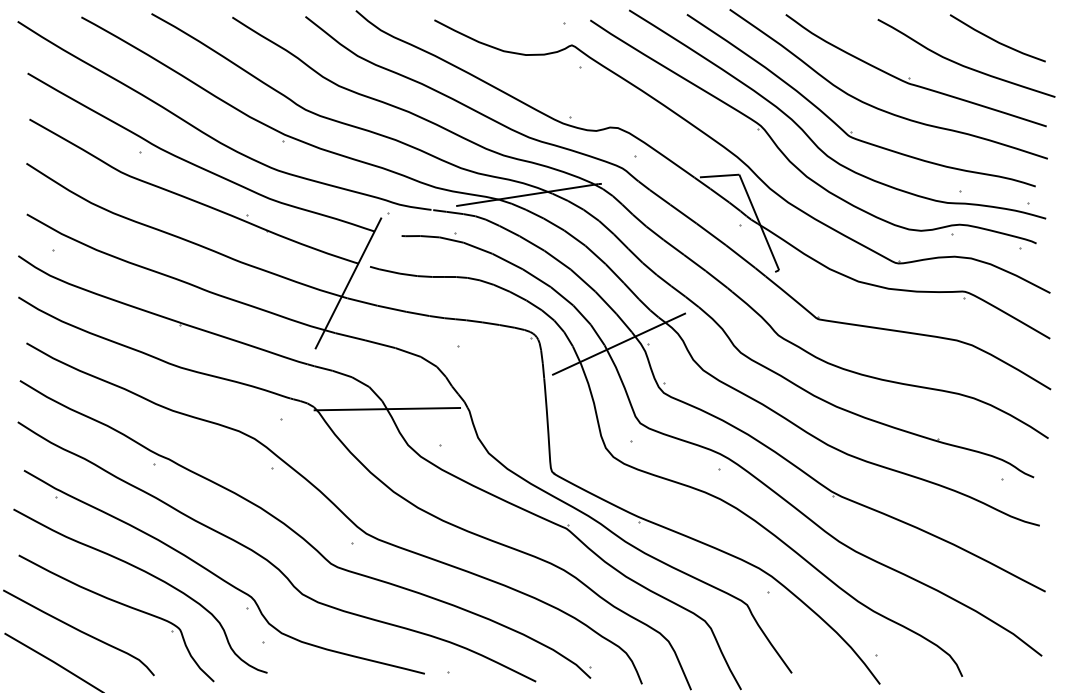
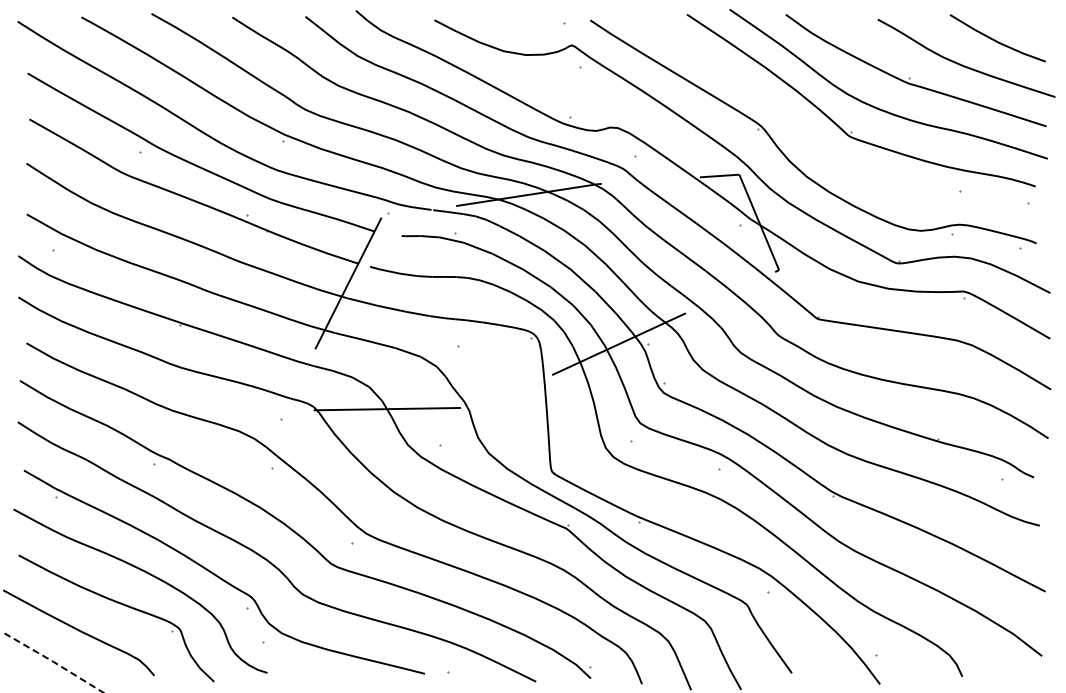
curve at (812, 139): present -> none
line at (54, 662): solid -> dashed
